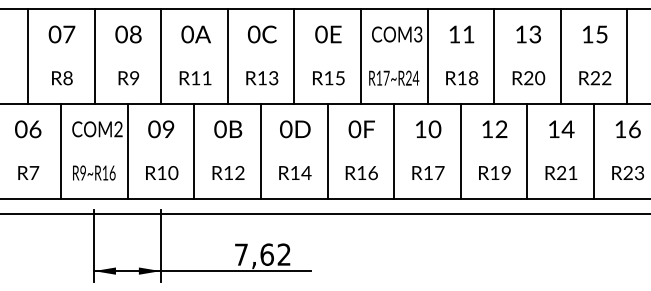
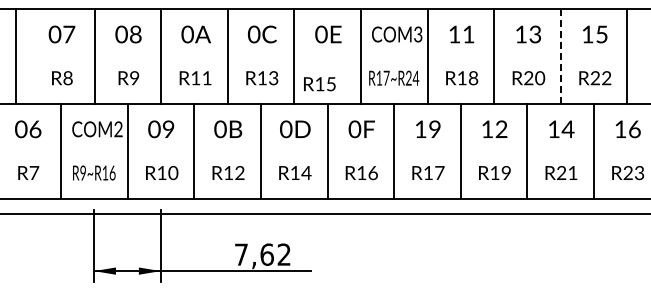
line at (27, 55) position: (27, 55) -> (15, 55)
line at (560, 56): solid -> dashed
text at (328, 78) position: (328, 78) -> (319, 84)
text at (434, 129): 10 -> 19
